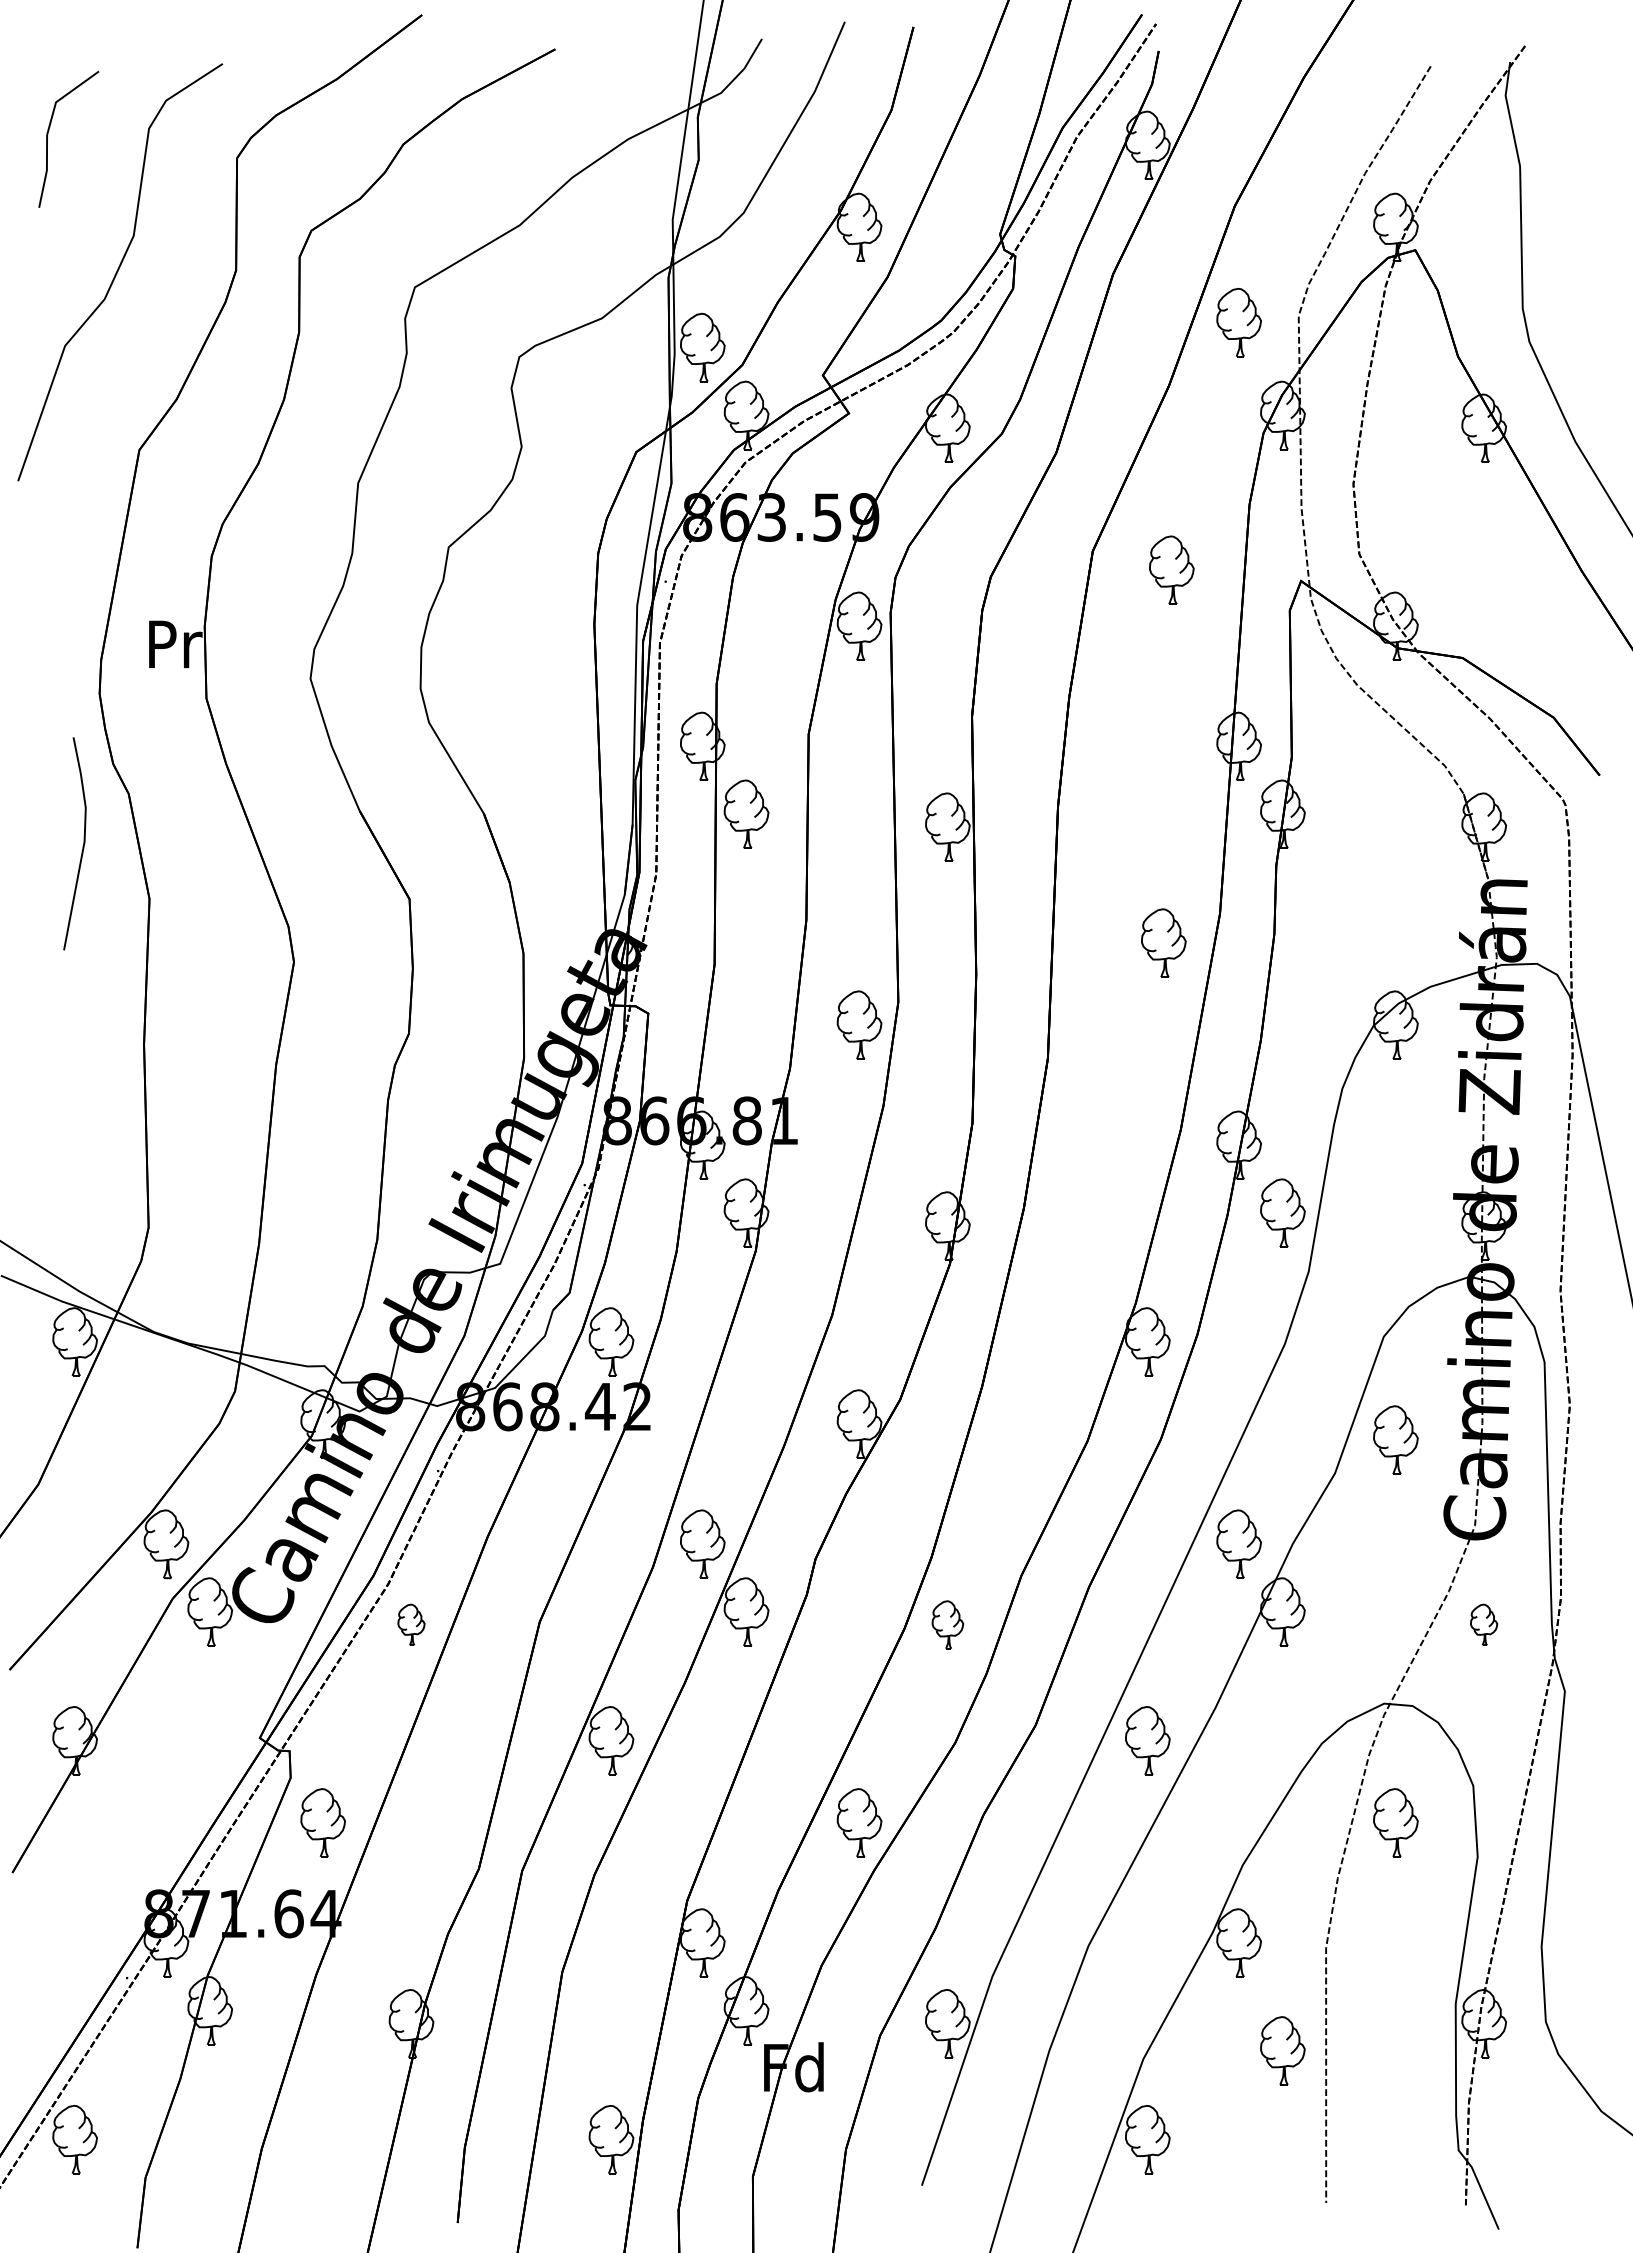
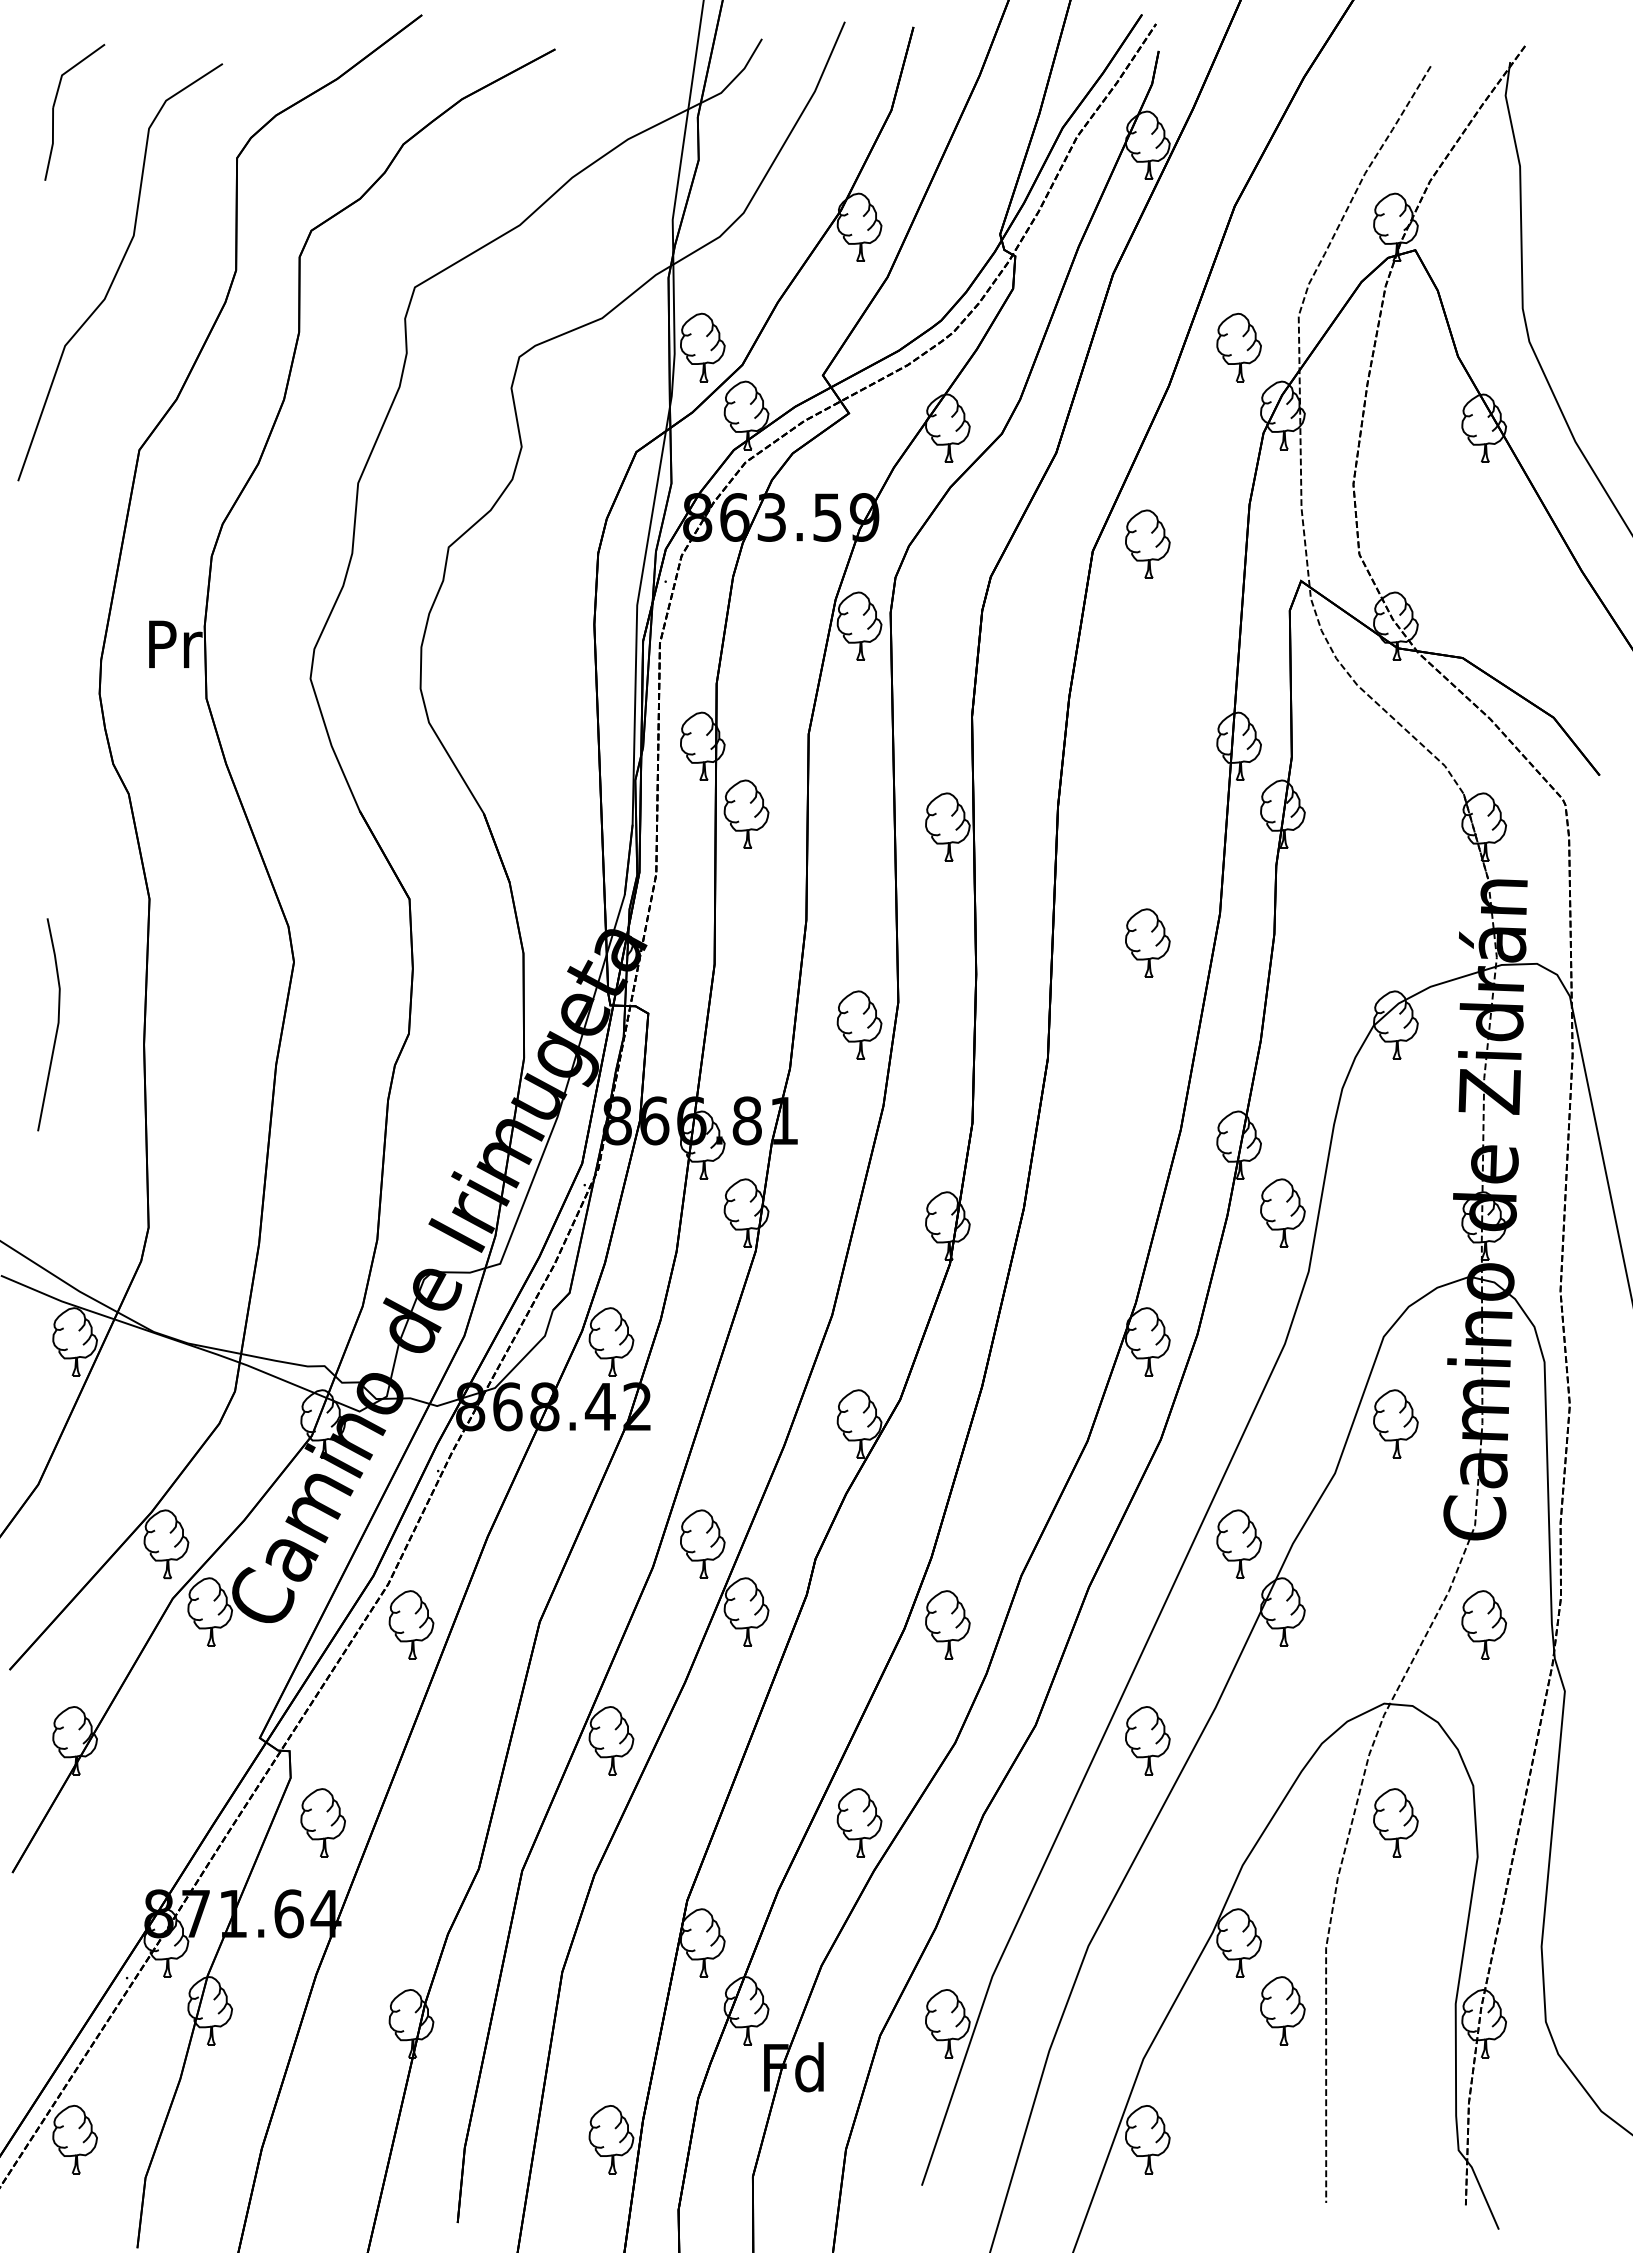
part at (48, 134) position: (48, 134) -> (54, 107)
part at (1238, 322) position: (1238, 322) -> (1238, 347)
part at (1171, 569) position: (1171, 569) -> (1147, 543)
line at (82, 846) position: (82, 846) -> (56, 1027)
part at (1163, 942) position: (1163, 942) -> (1147, 942)
part at (1395, 1439) position: (1395, 1439) -> (1395, 1423)
part at (411, 1624) size: 29x43 px -> 47x70 px
part at (947, 1624) size: 34x50 px -> 46x70 px
part at (1484, 1624) size: 29x43 px -> 46x70 px
part at (1282, 2050) position: (1282, 2050) -> (1282, 2010)
